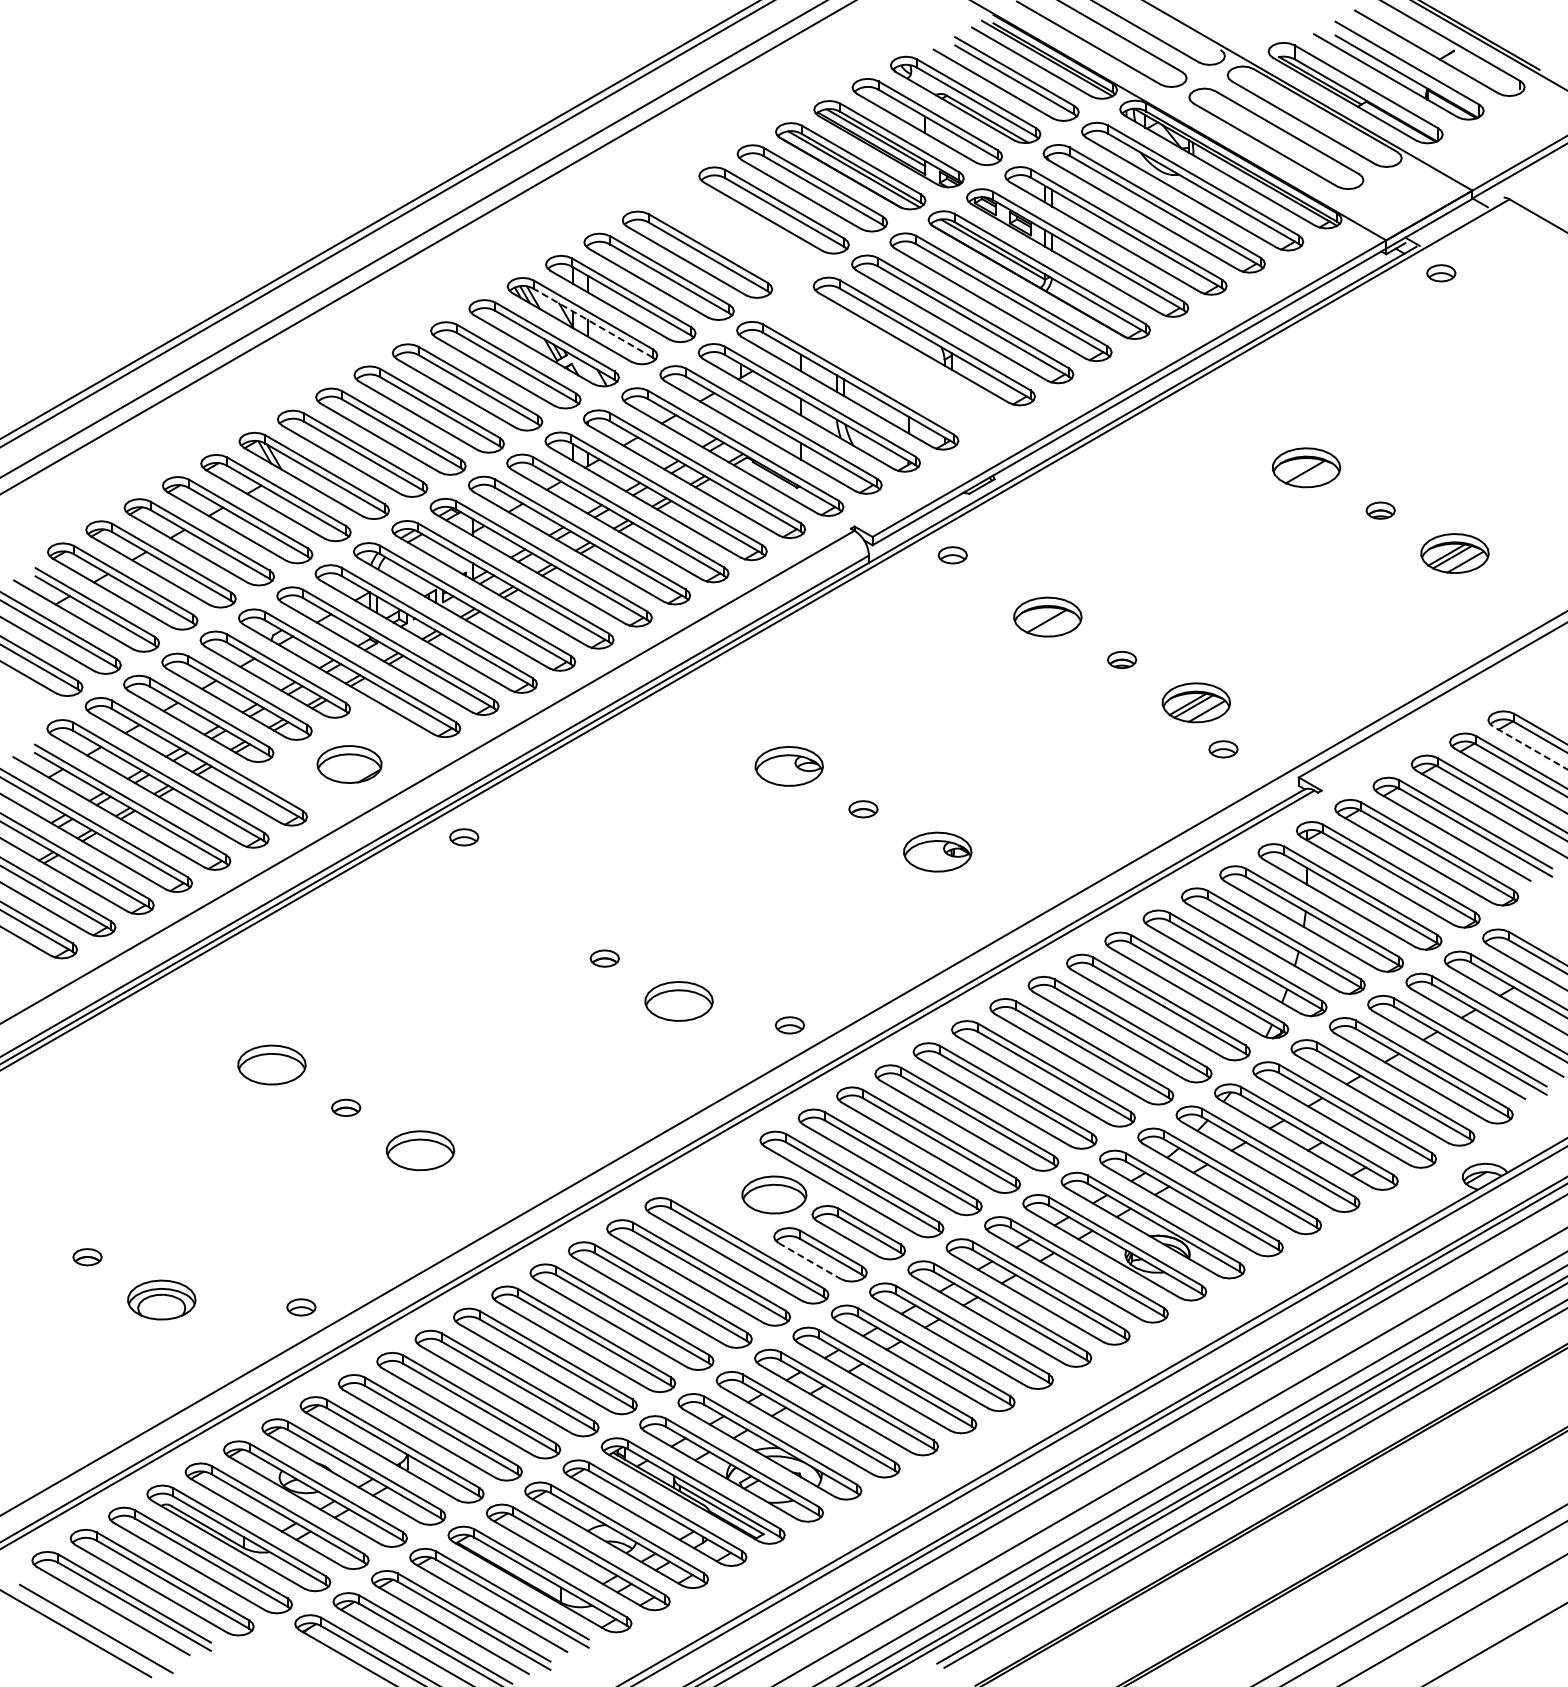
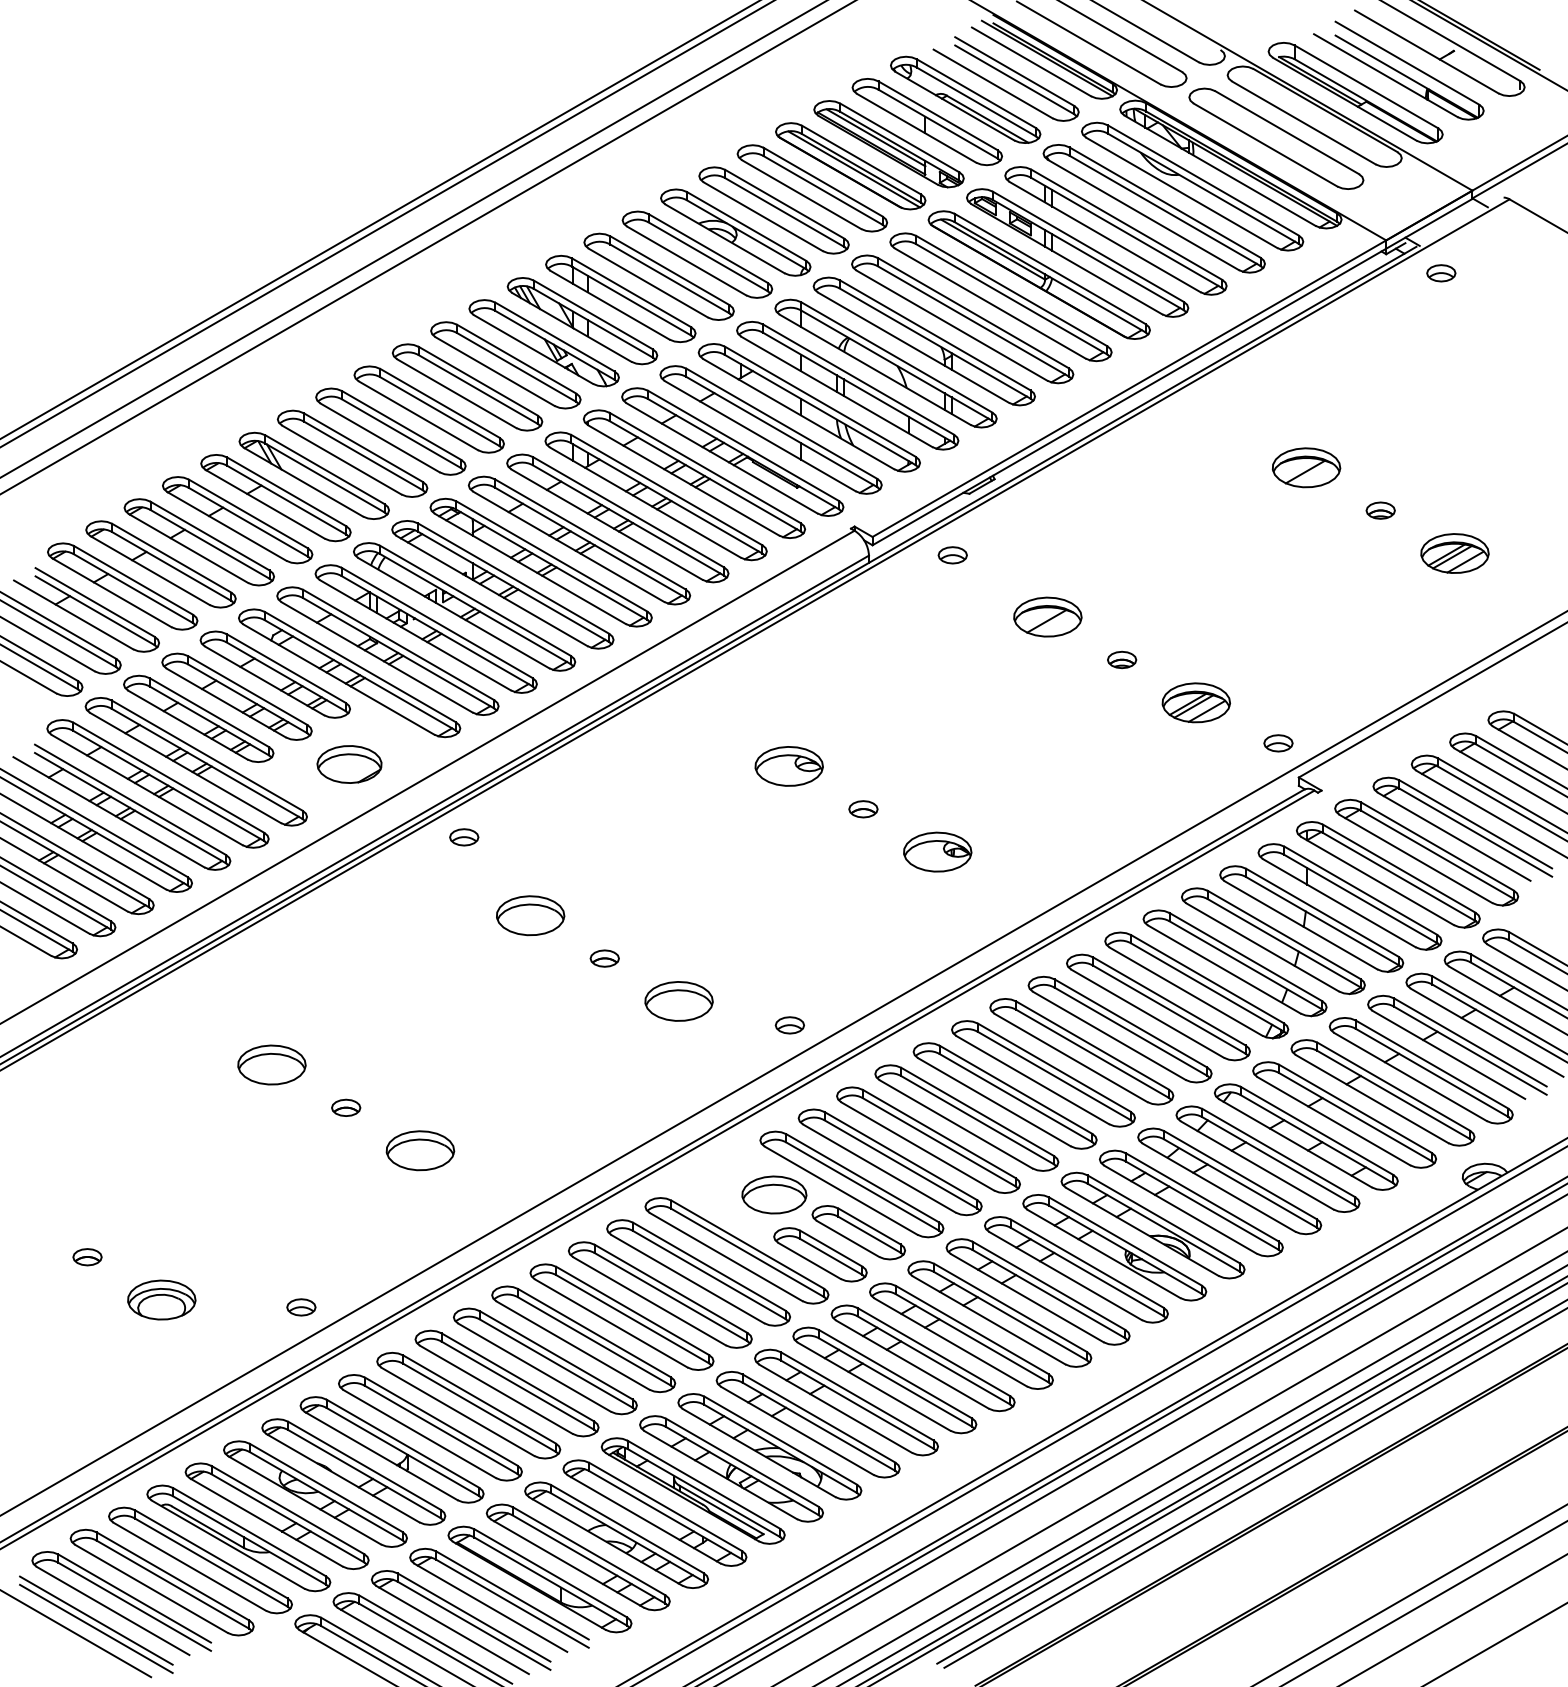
part at (735, 232): none -> present
line at (593, 323): dashed -> solid
part at (885, 363): none -> present
line at (1529, 747): dashed -> solid
part at (1223, 749) position: (1223, 749) -> (1278, 743)
part at (530, 915): none -> present
line at (809, 1261): dashed -> solid
line at (96, 1620): none -> present
